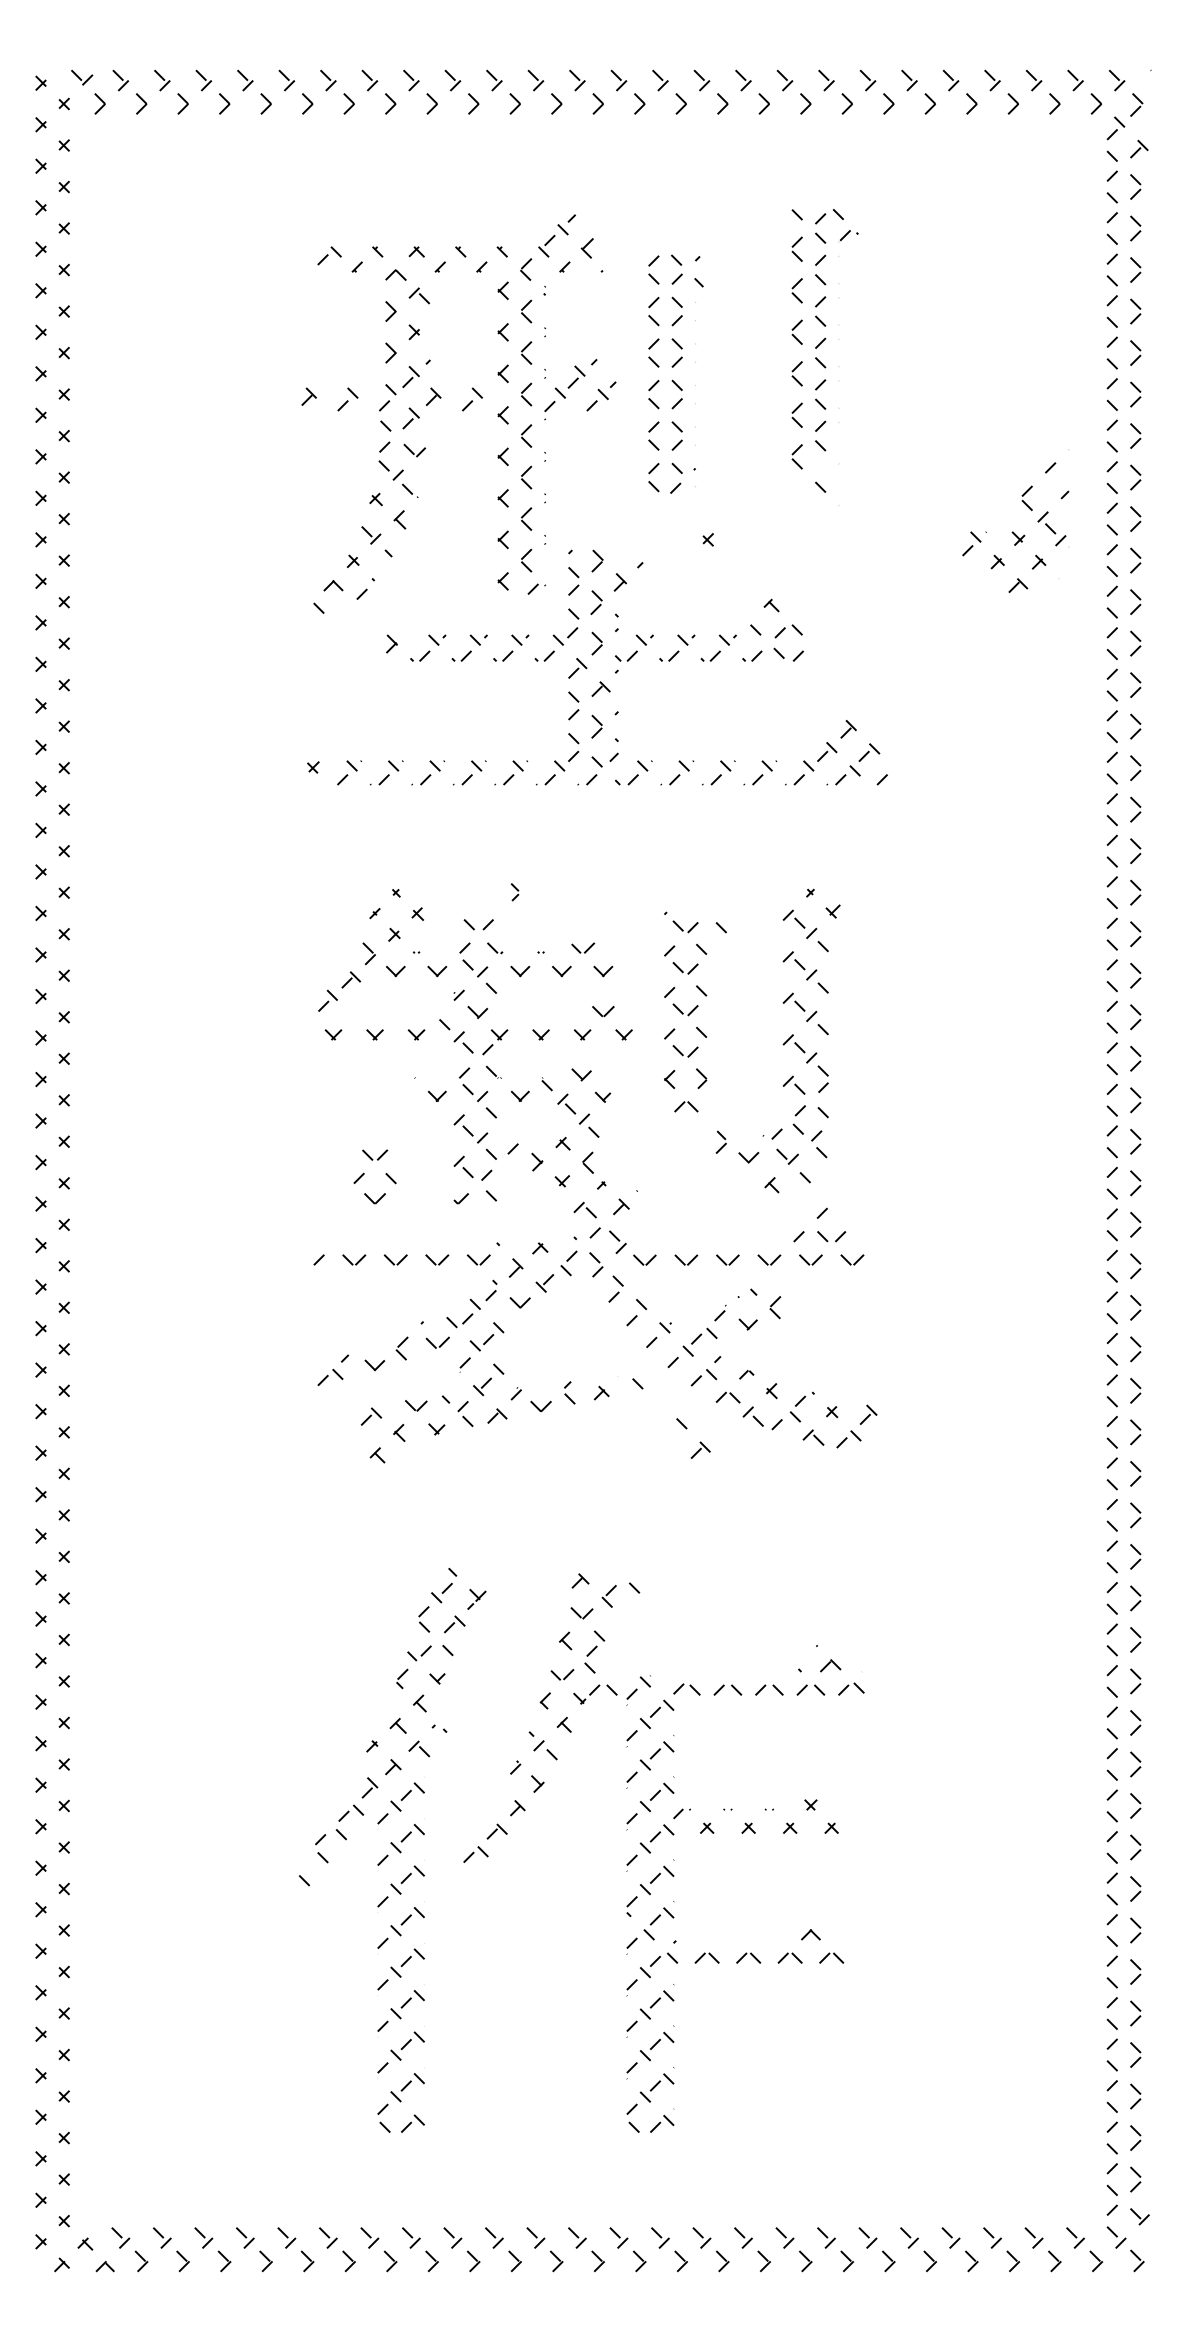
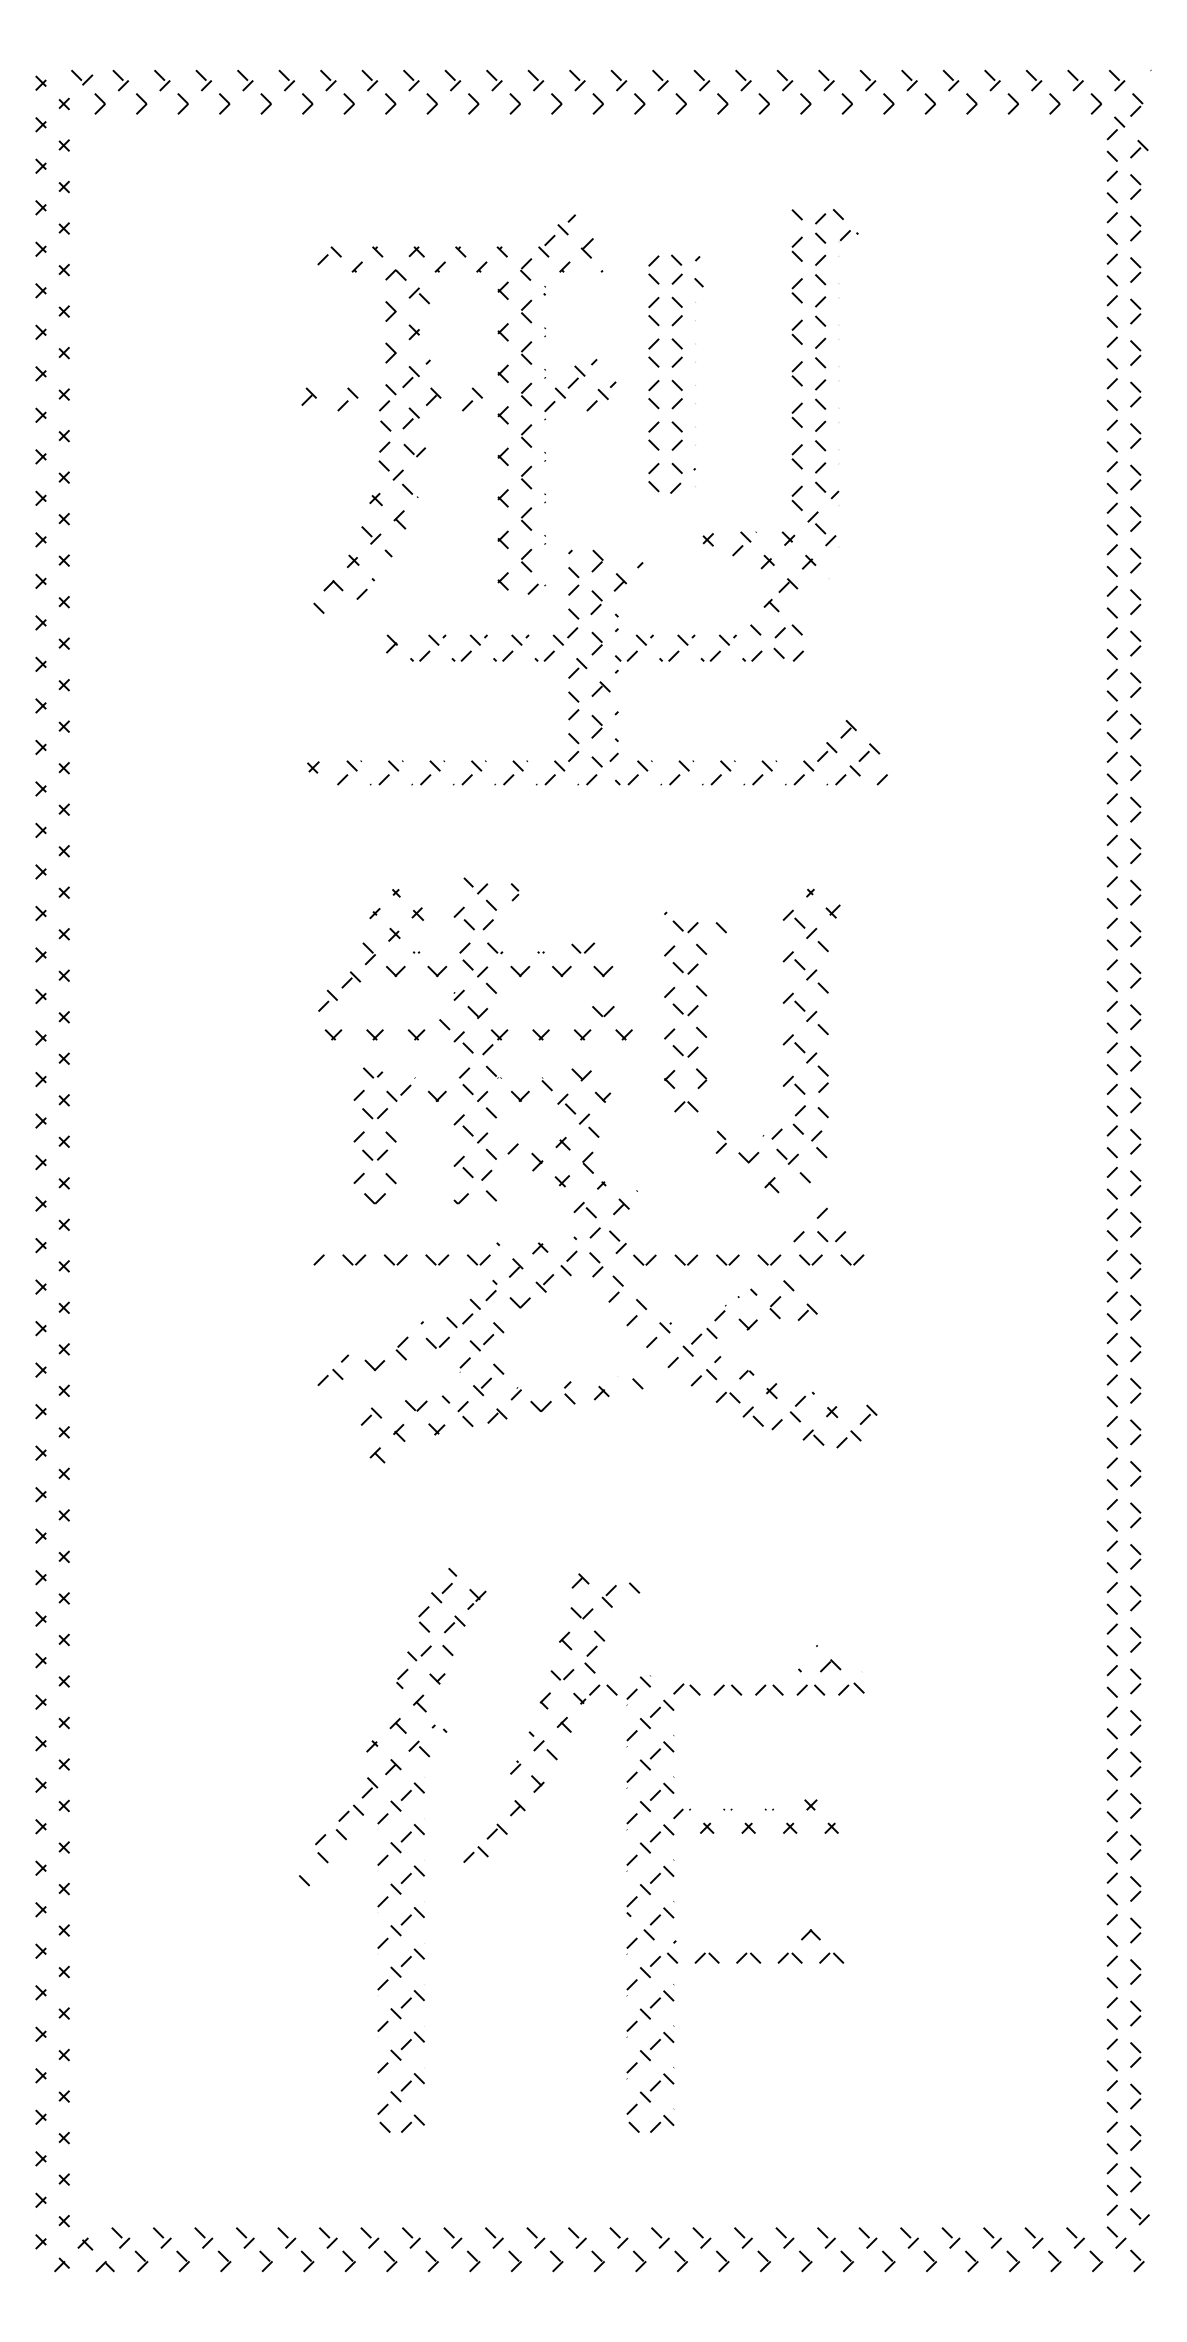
part at (1013, 531) position: (1013, 531) -> (783, 531)
part at (474, 897): none -> present
part at (382, 1104): none -> present
part at (699, 1442) position: (699, 1442) -> (806, 1304)
